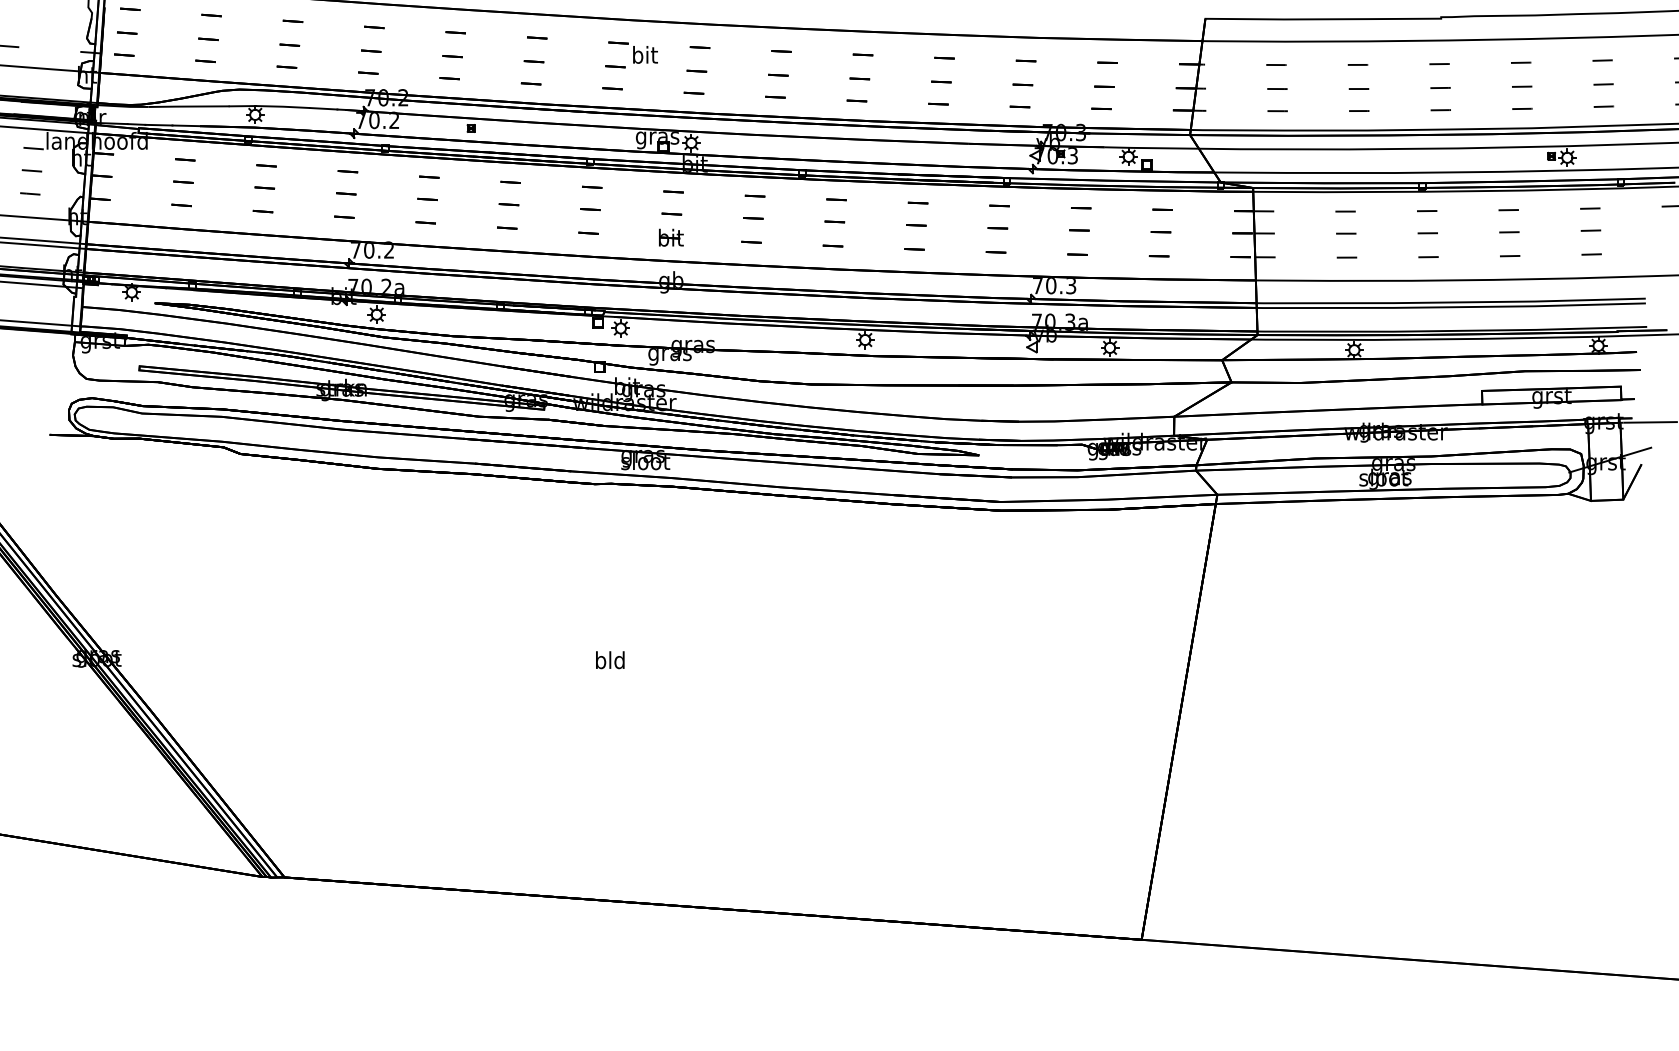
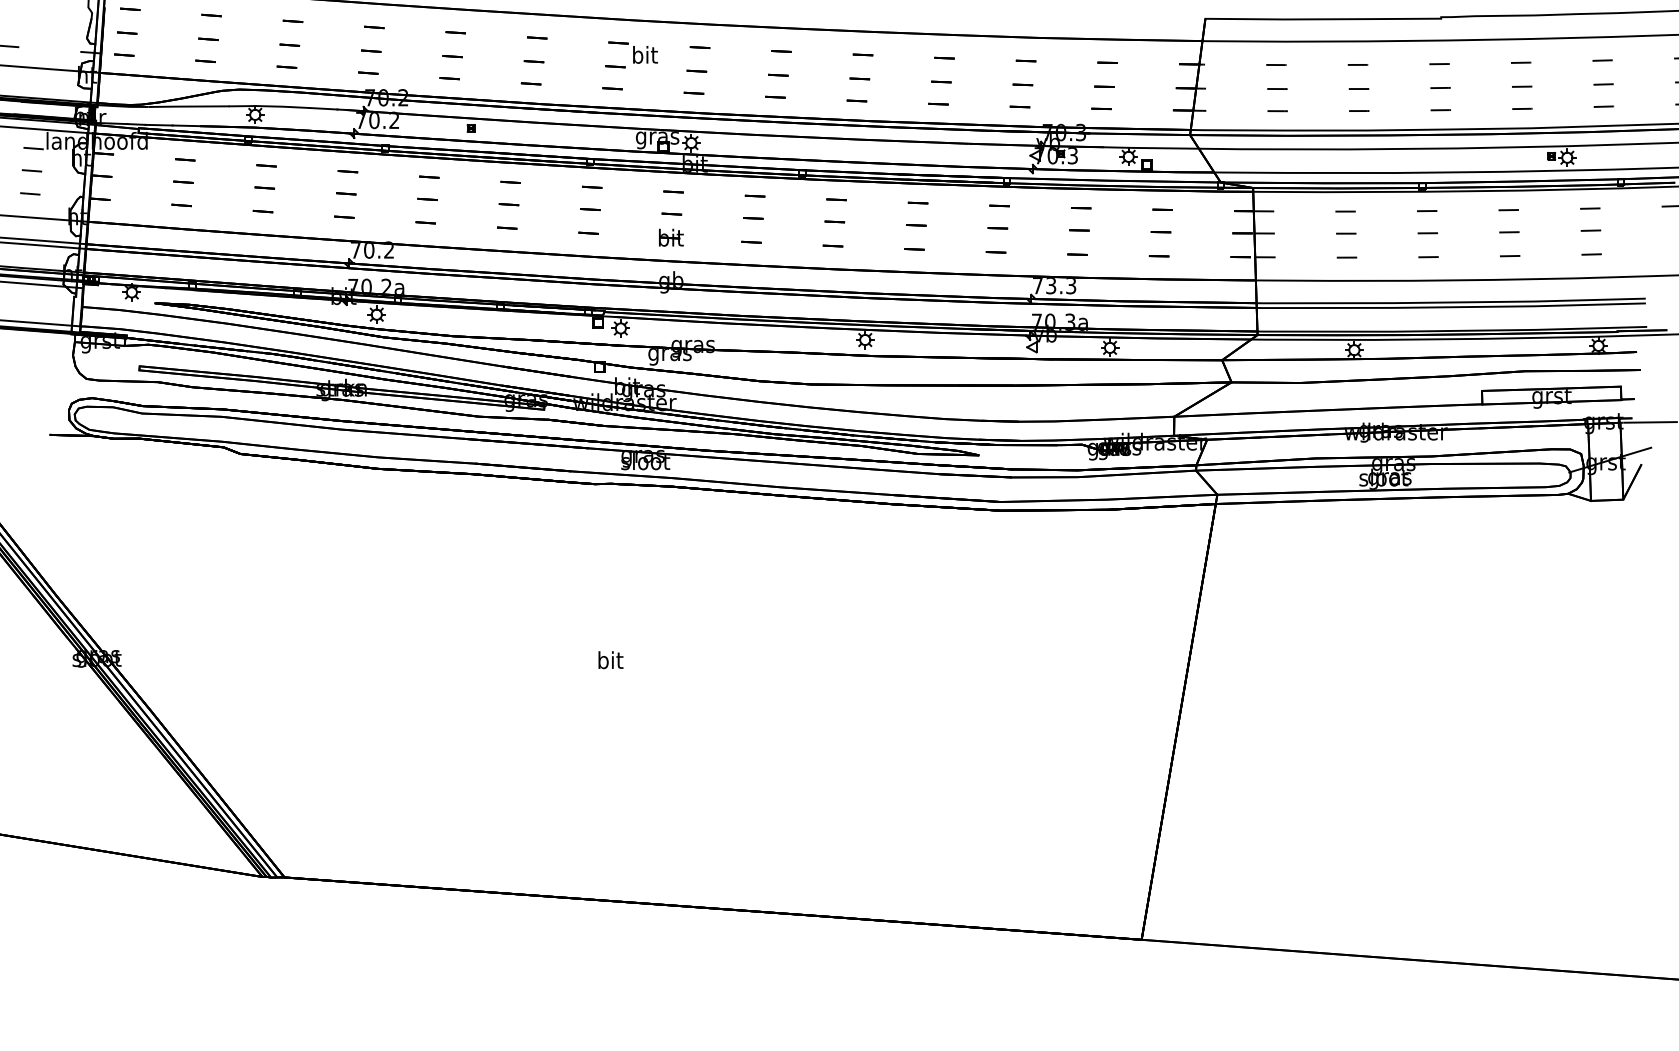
text at (1051, 286): 70.3 -> 73.3
text at (610, 660): bld -> bit
